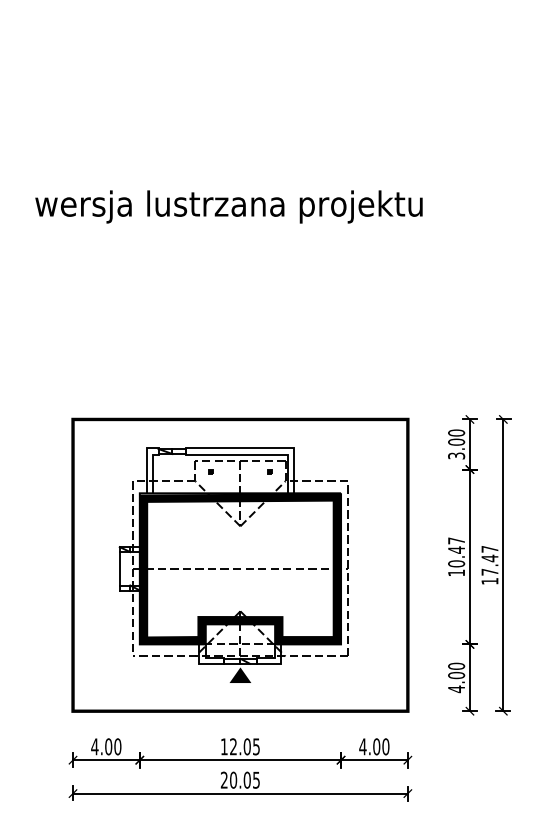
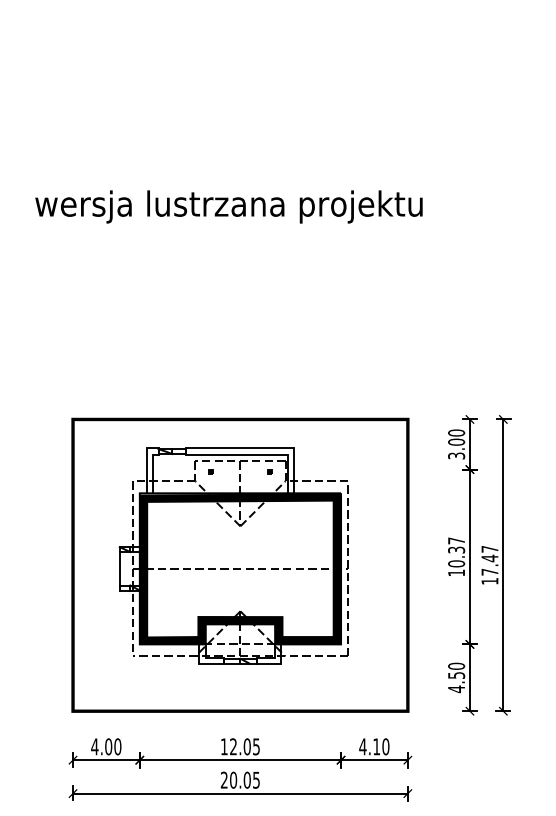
text at (456, 549): 10.47 -> 10.37
fill at (240, 675): present -> none
text at (456, 675): 4.00 -> 4.50
text at (376, 746): 4.00 -> 4.10
